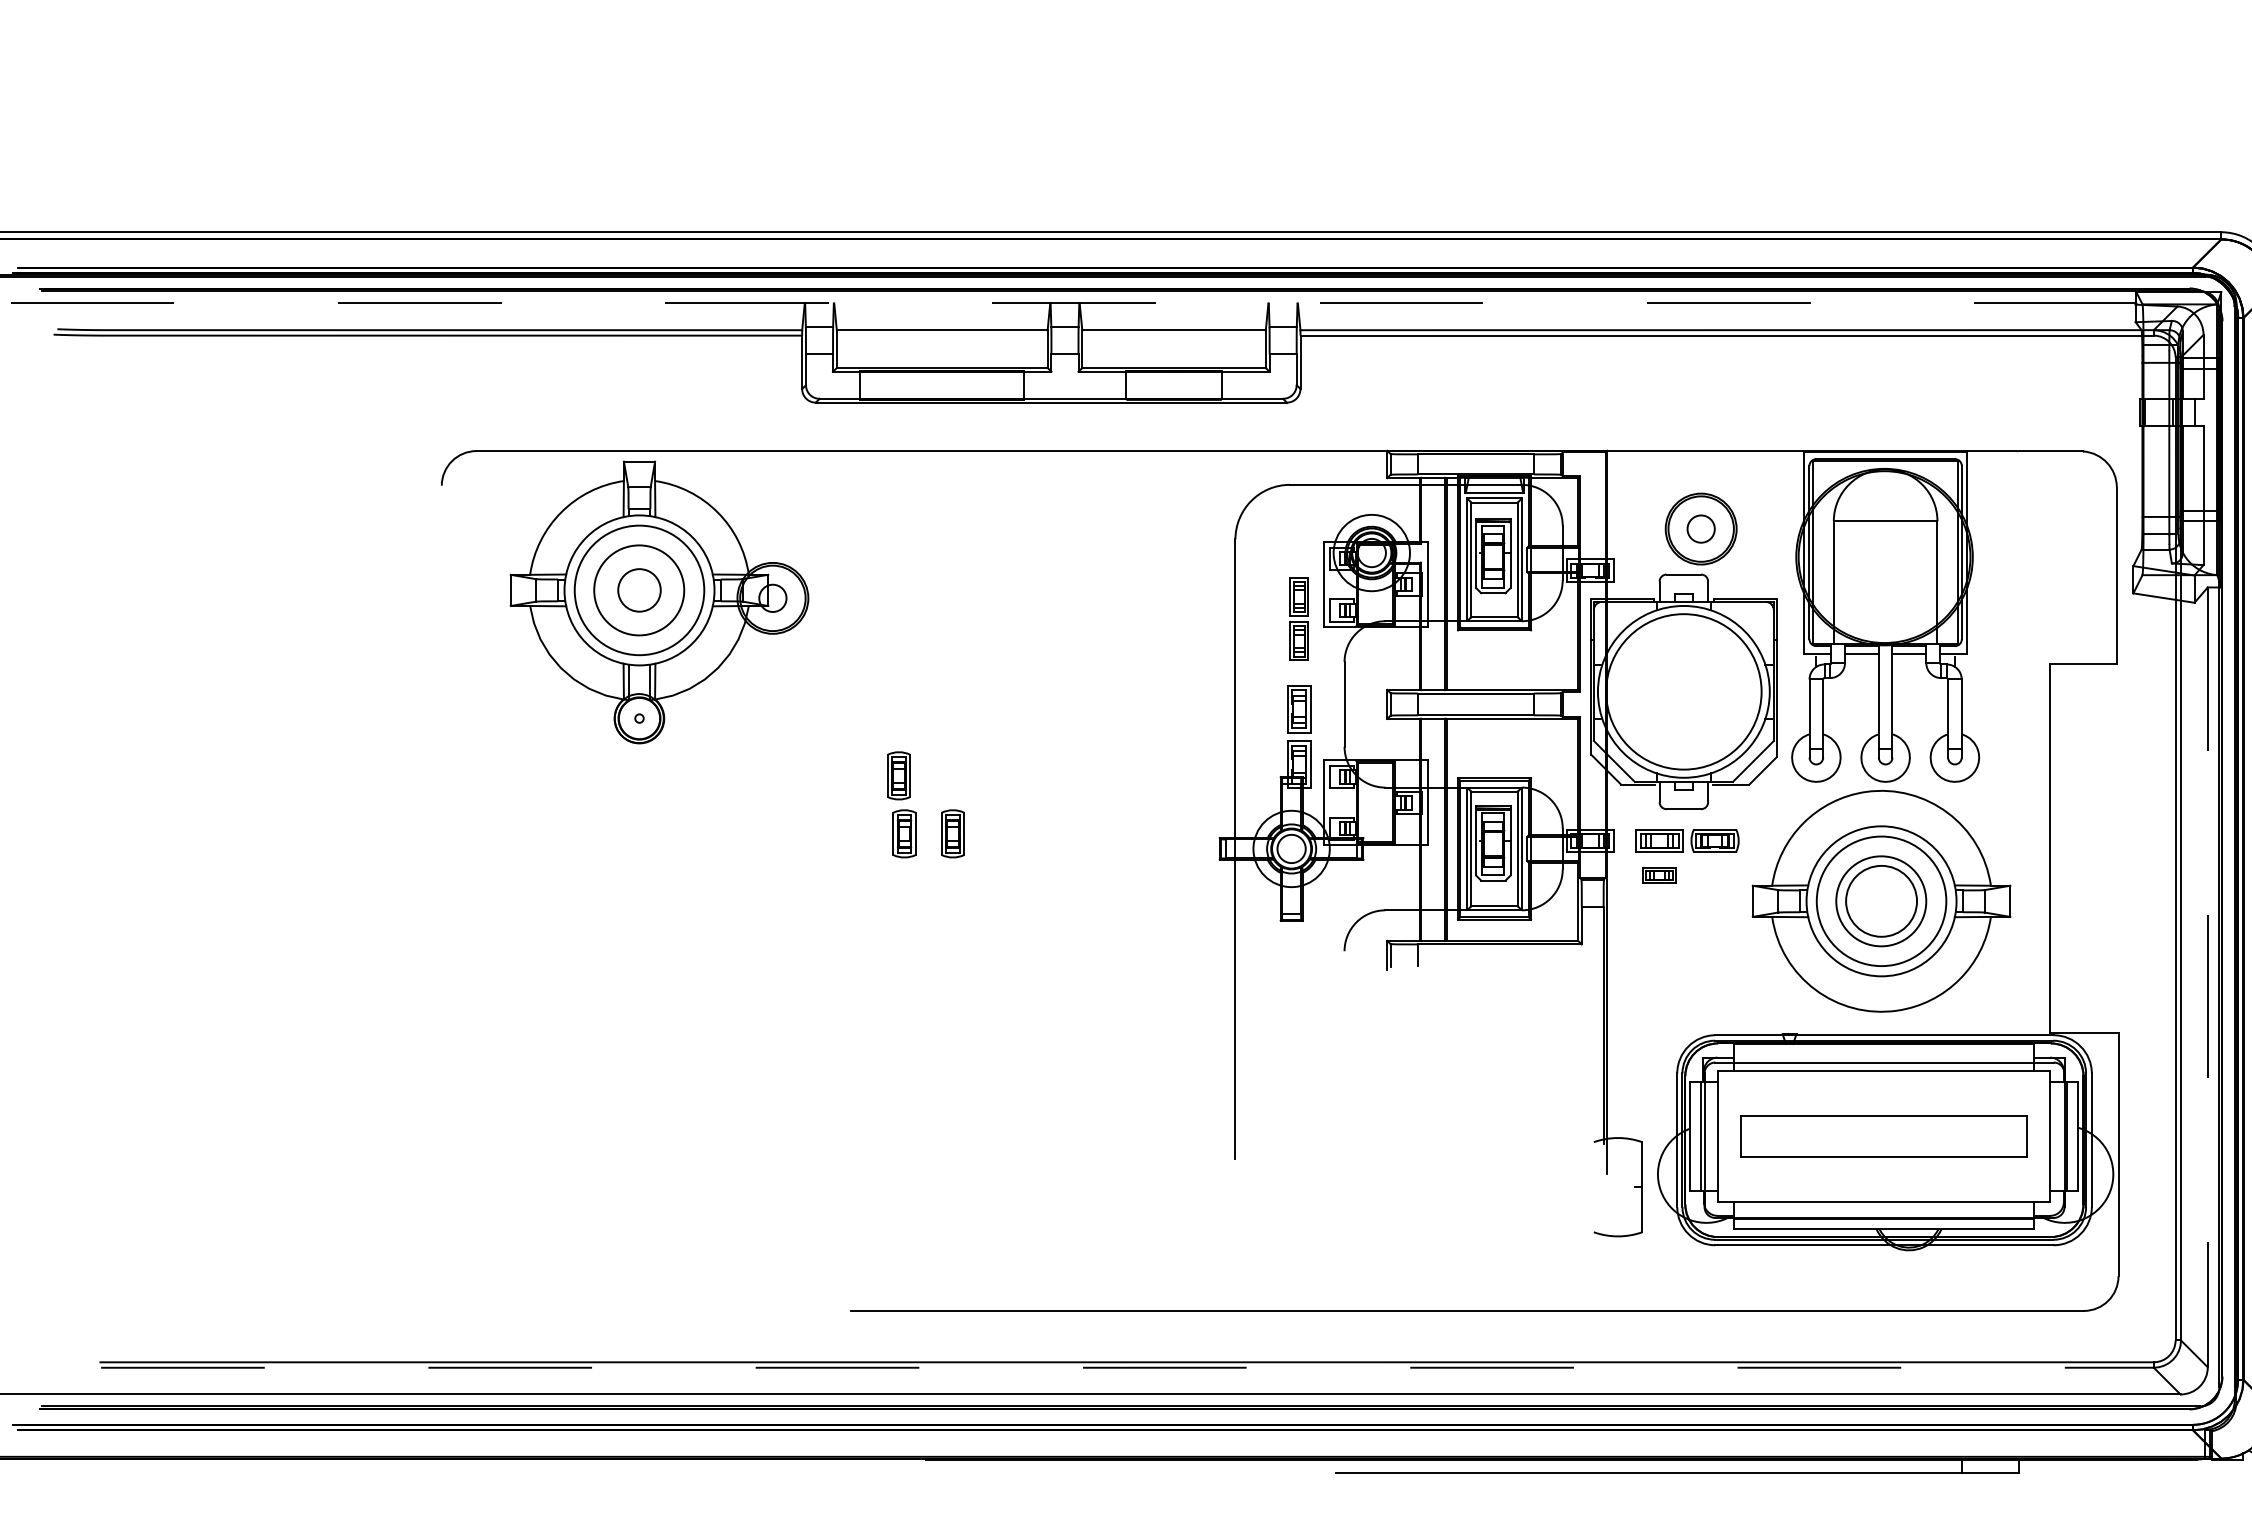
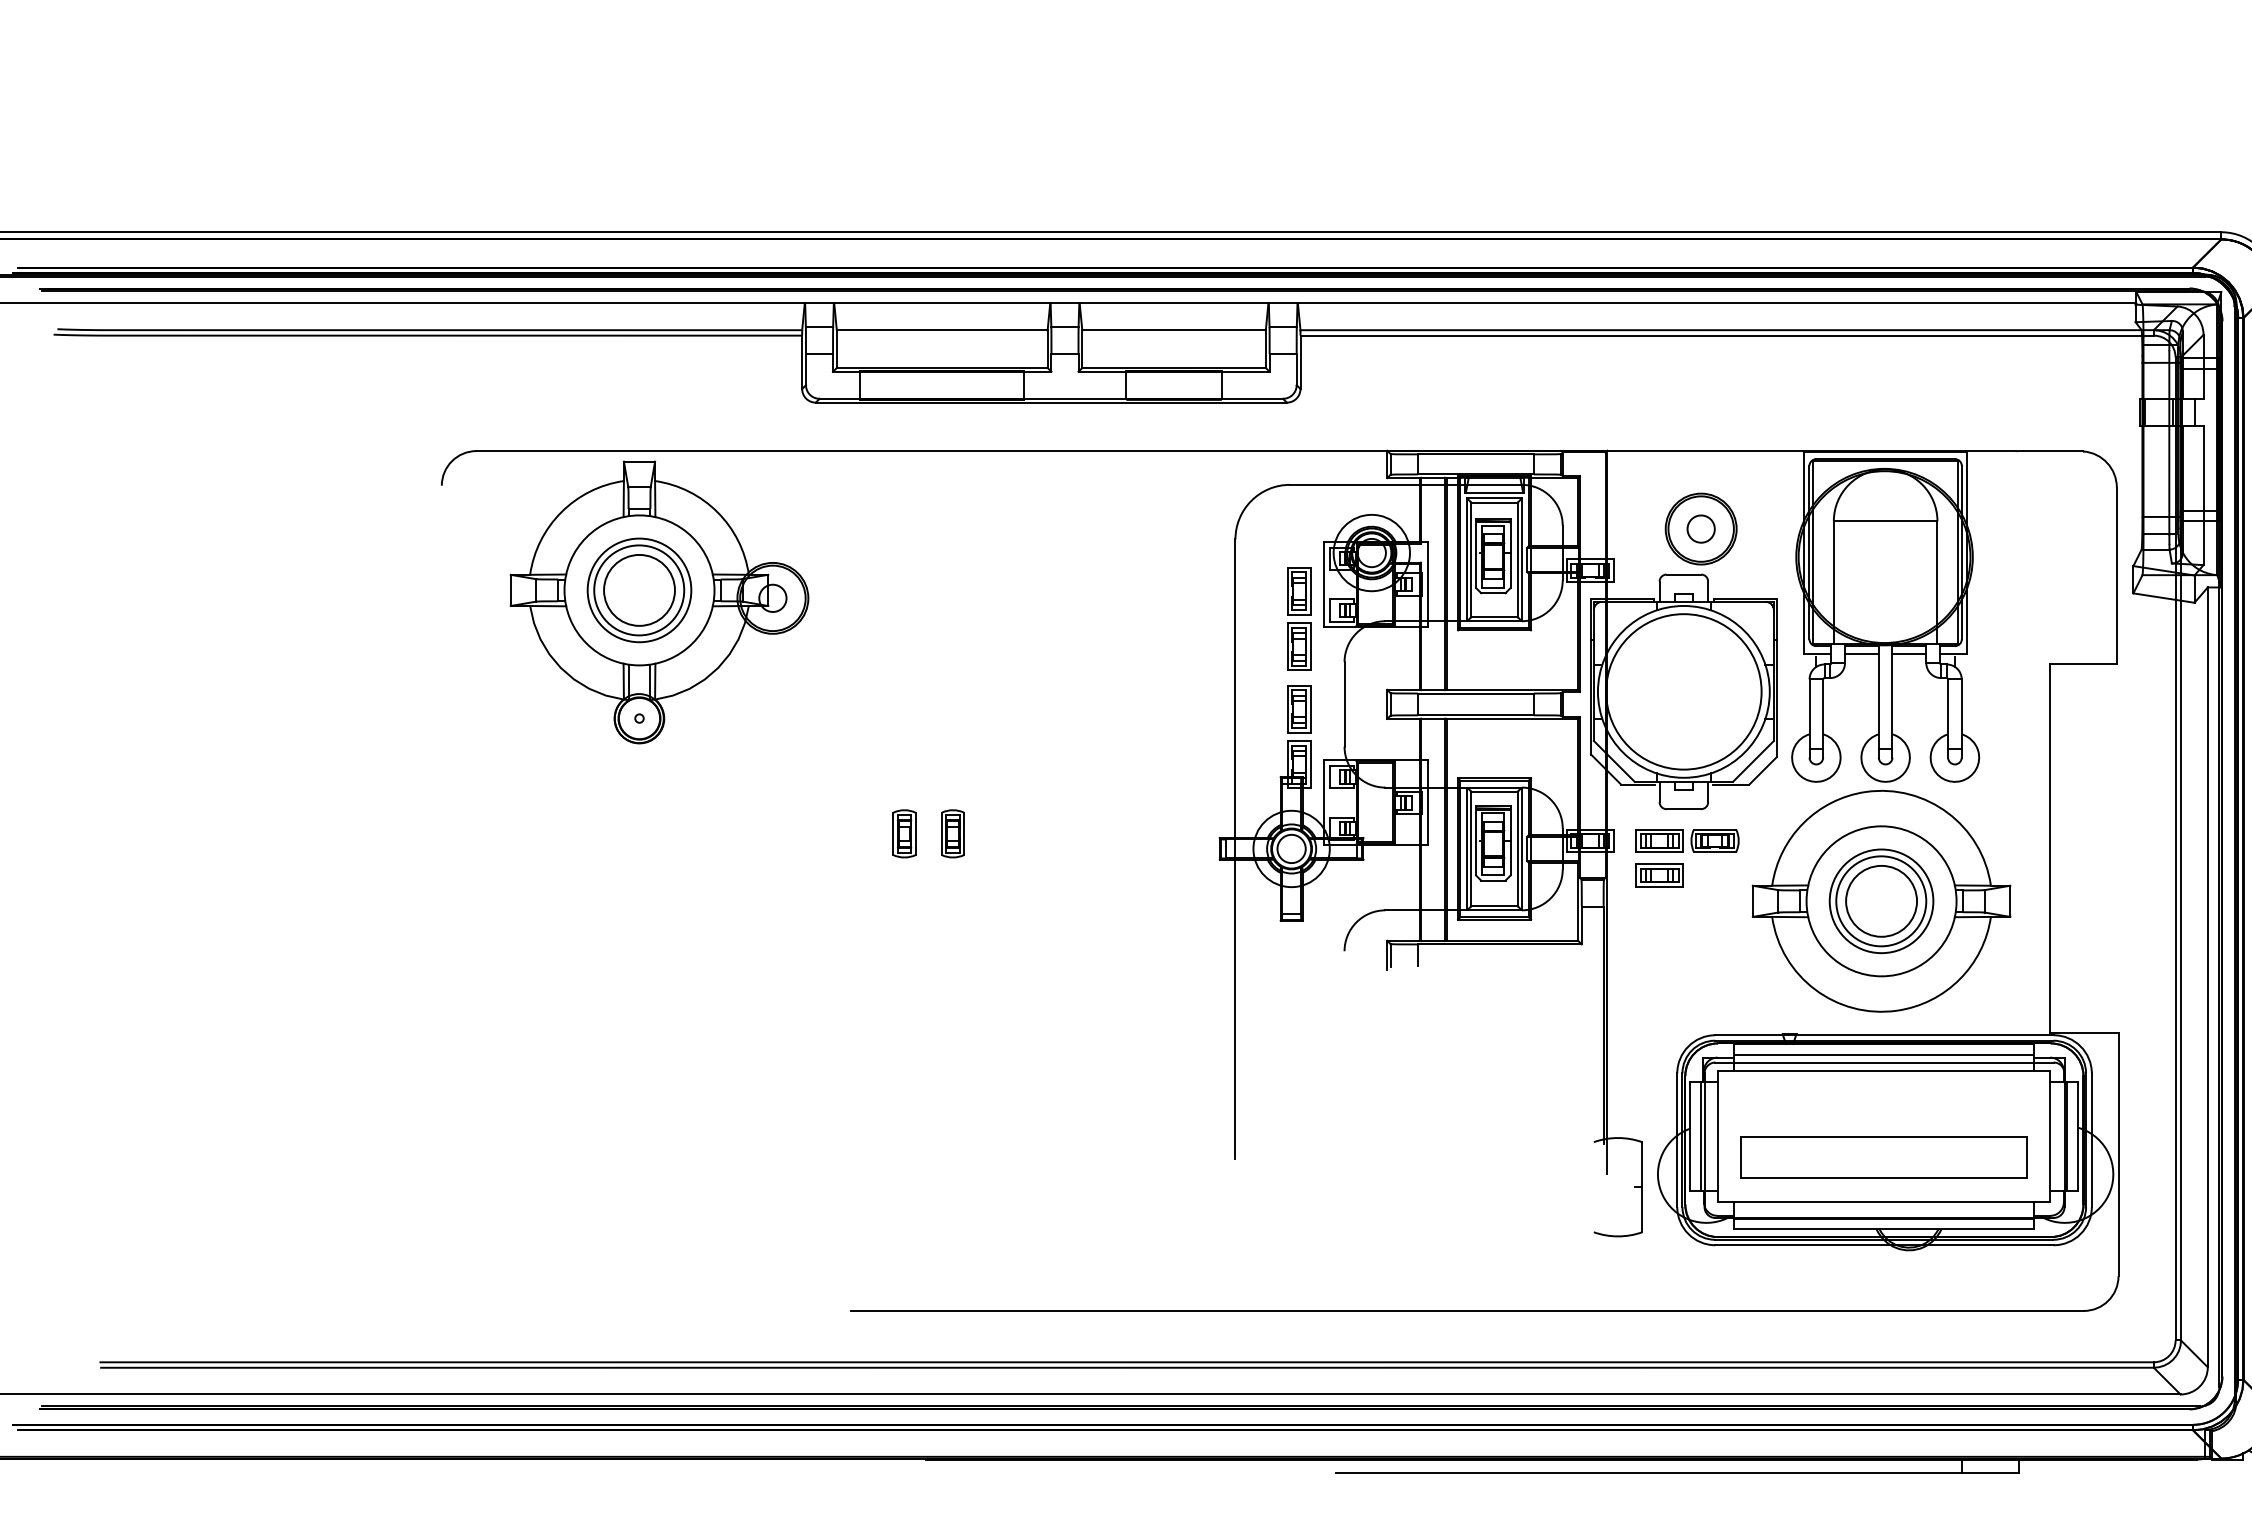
line at (1068, 303): dashed -> solid
circle at (639, 590) diameter: 130 px -> 104 px
circle at (639, 590) diameter: 43 px -> 71 px
part at (1298, 618) size: 20x84 px -> 25x104 px
part at (898, 775): present -> none
part at (1659, 875) size: 35x17 px -> 49x25 px
circle at (1881, 901) diameter: 130 px -> 104 px
line at (2207, 977): dashed -> solid
line at (1883, 1054): none -> present
part at (1883, 1136) position: (1883, 1136) -> (1883, 1157)
line at (1127, 1367): dashed -> solid
